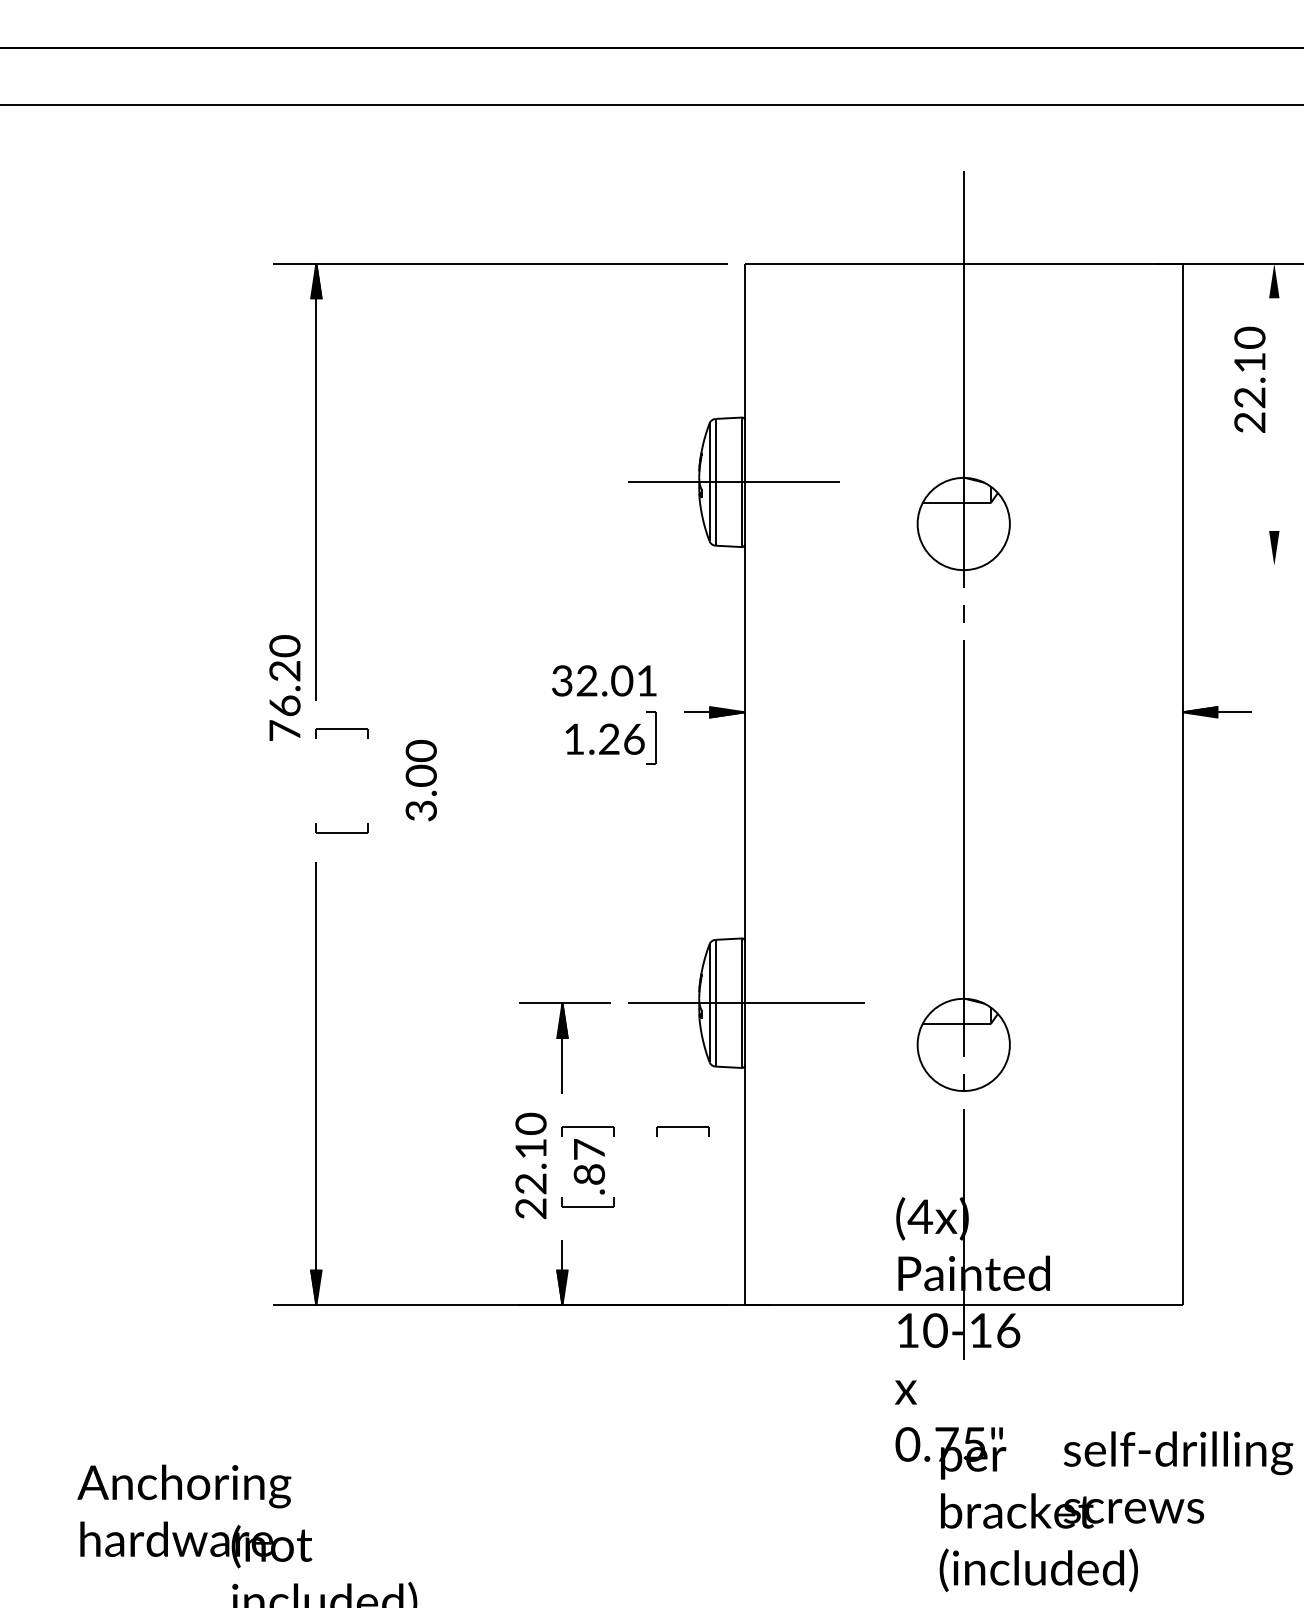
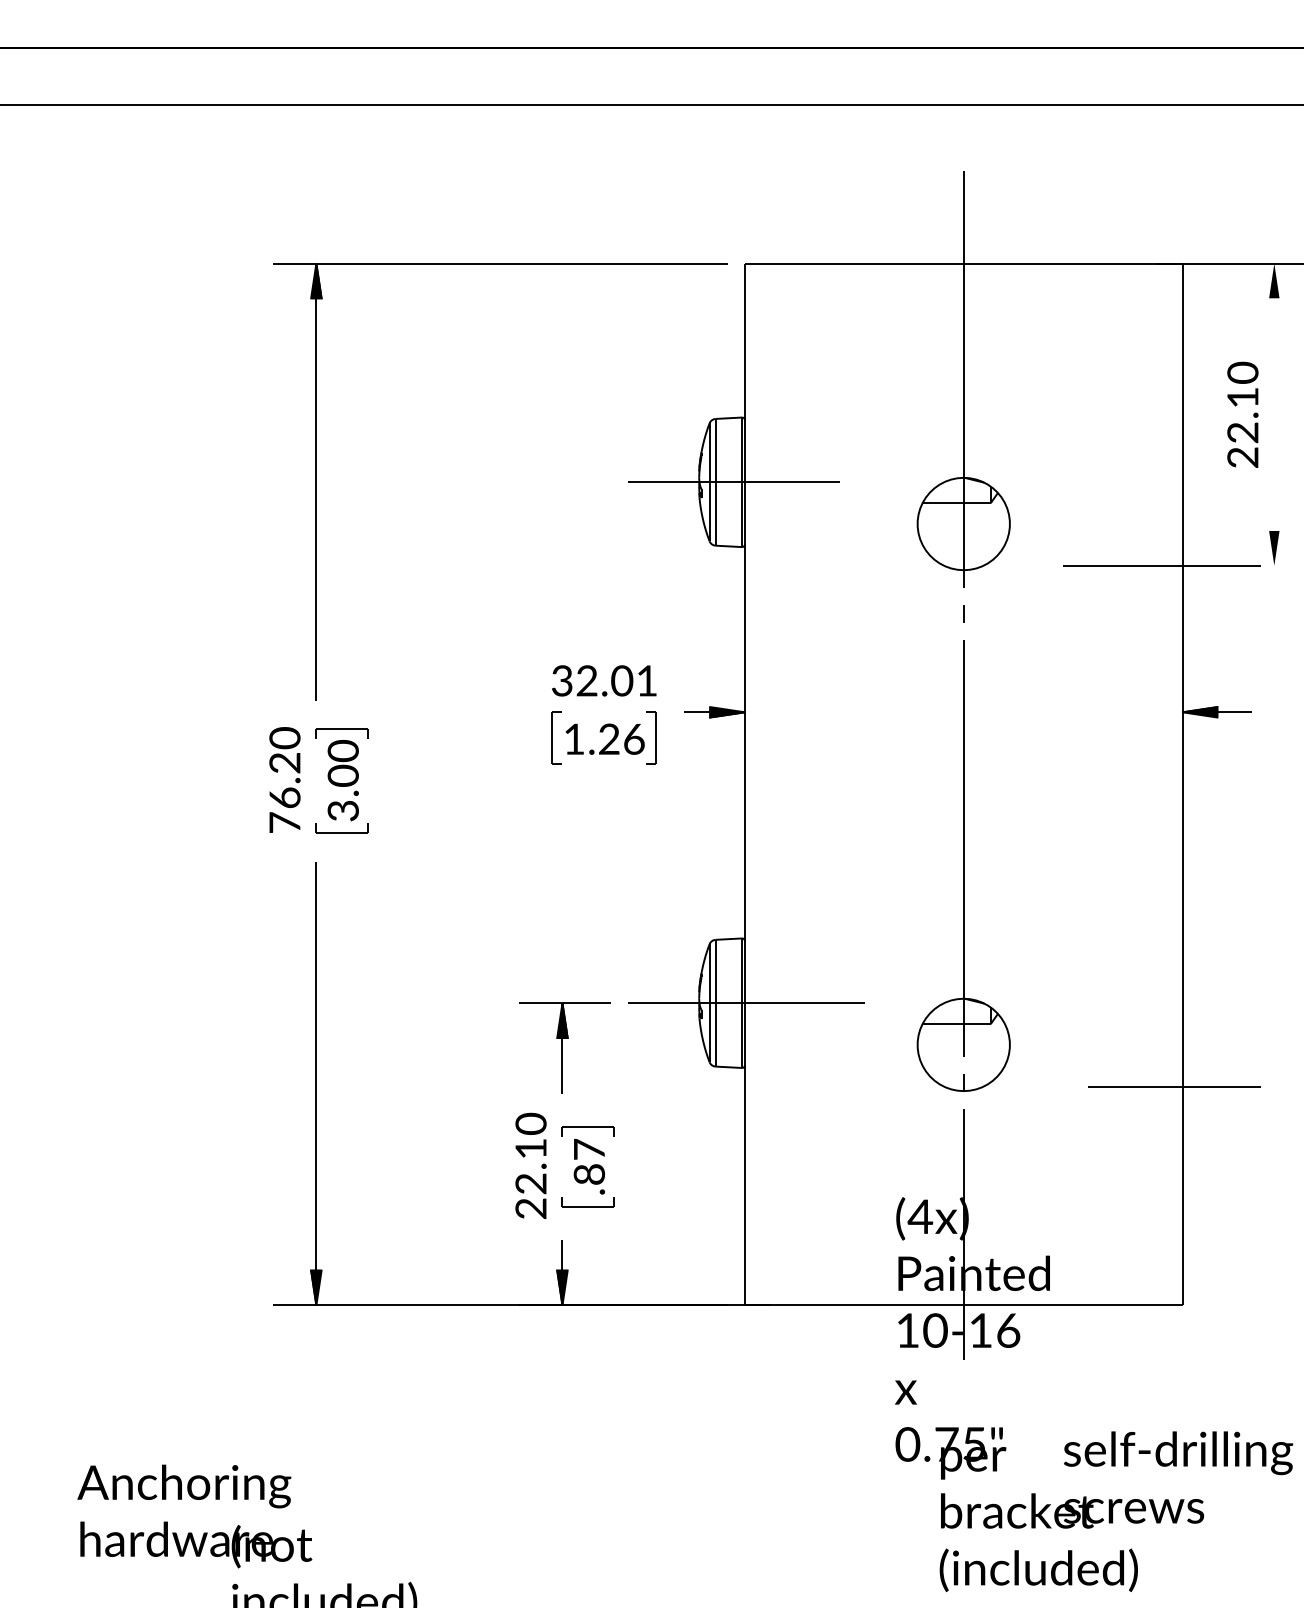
text at (1249, 379) position: (1249, 379) -> (1242, 414)
line at (1161, 565): none -> present
text at (284, 687) position: (284, 687) -> (284, 779)
part at (556, 737): none -> present
text at (420, 780) position: (420, 780) -> (342, 780)
line at (1173, 1086): none -> present
part at (682, 1131): present -> none
